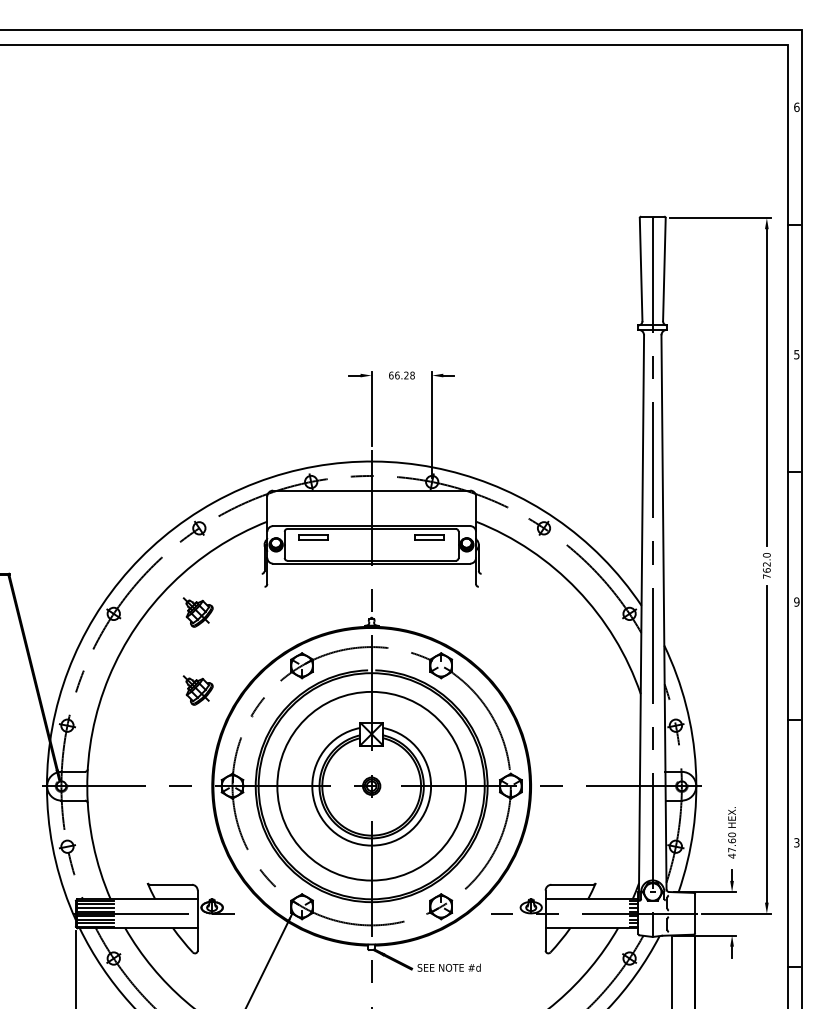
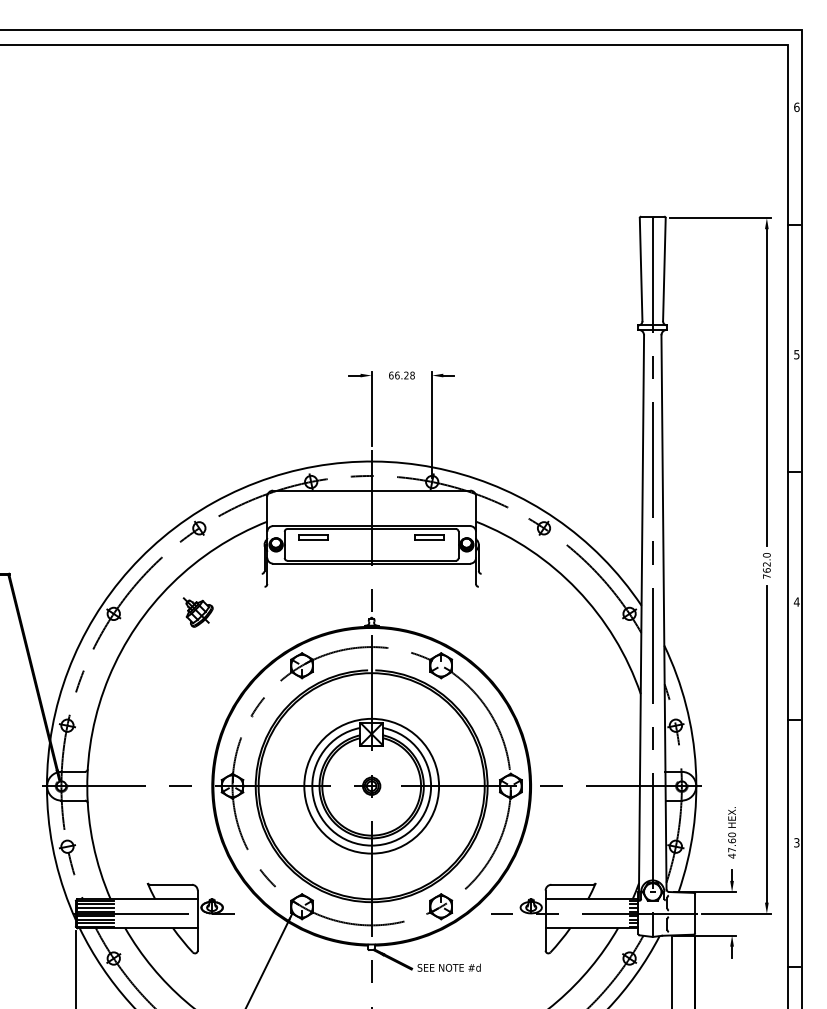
text at (796, 601): 9 -> 4
part at (197, 690): present -> none
circle at (371, 785) diameter: 189 px -> 135 px
